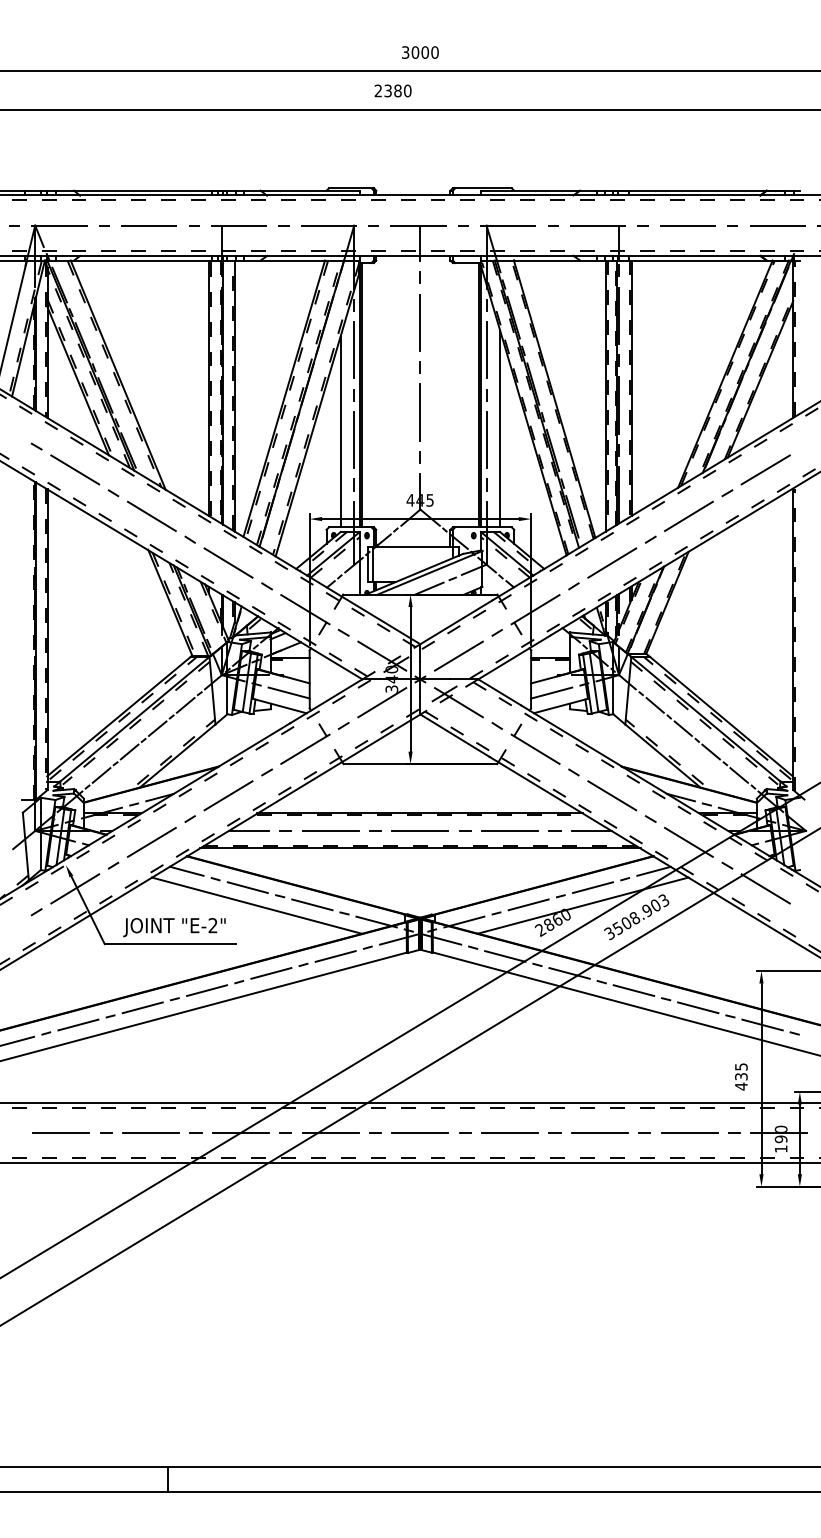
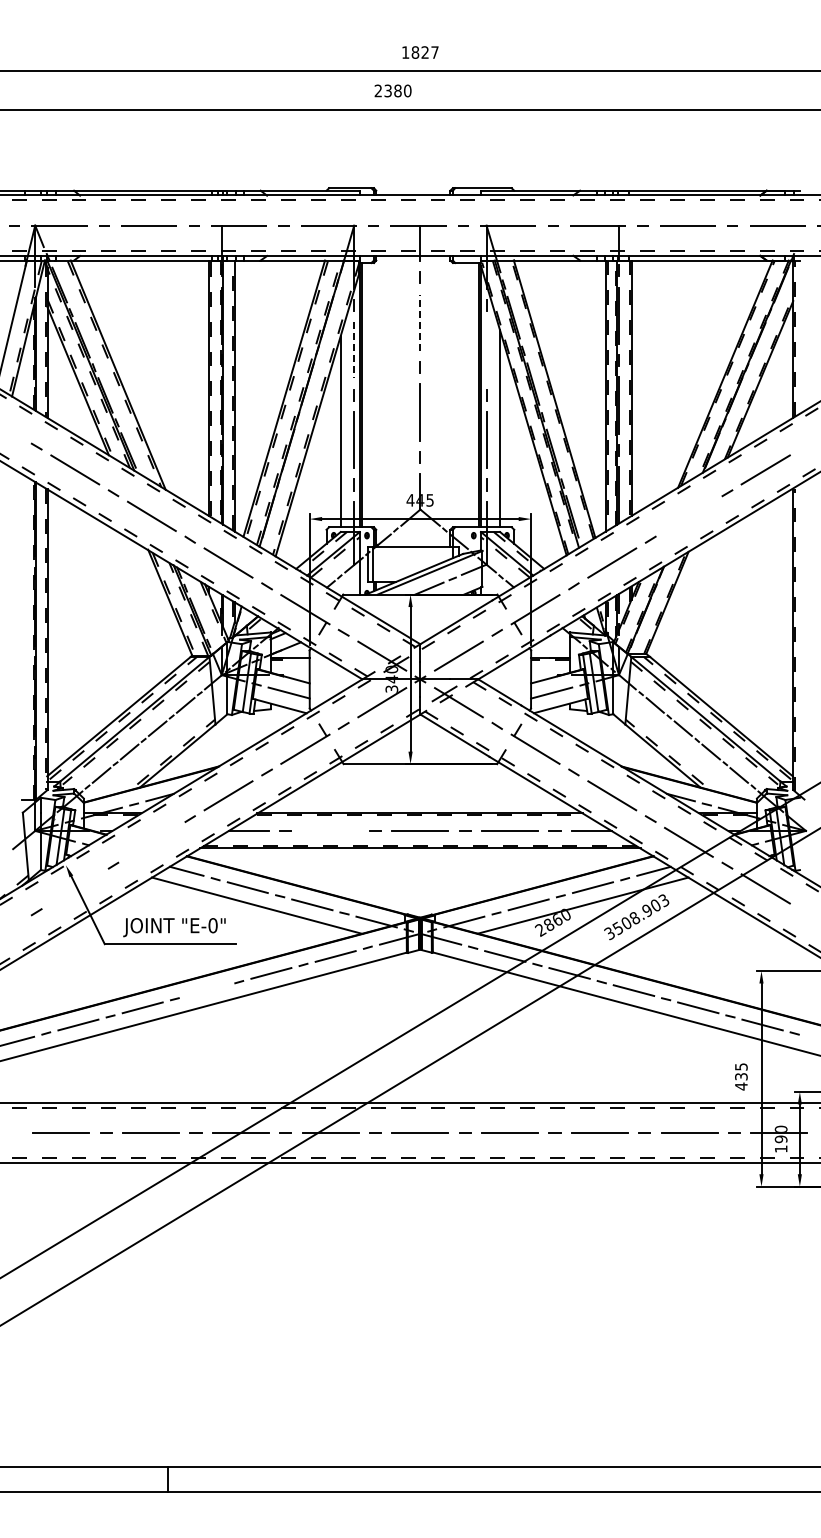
text at (420, 52): 3000 -> 1827
line at (420, 322): solid -> dashed
line at (354, 350): solid -> dashed
line at (486, 350): present -> none
line at (688, 516): present -> none
line at (330, 830): present -> none
line at (151, 841): present -> none
line at (75, 888): present -> none
text at (212, 925): "E-2" -> "E-0"
line at (207, 990): present -> none
